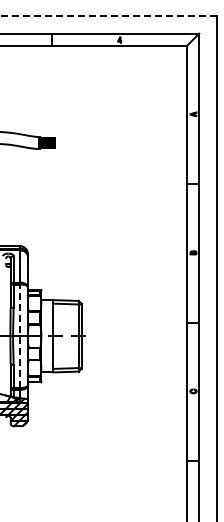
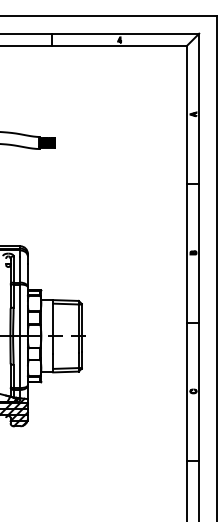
line at (108, 15): dashed -> solid
line at (20, 336): dashed -> solid
